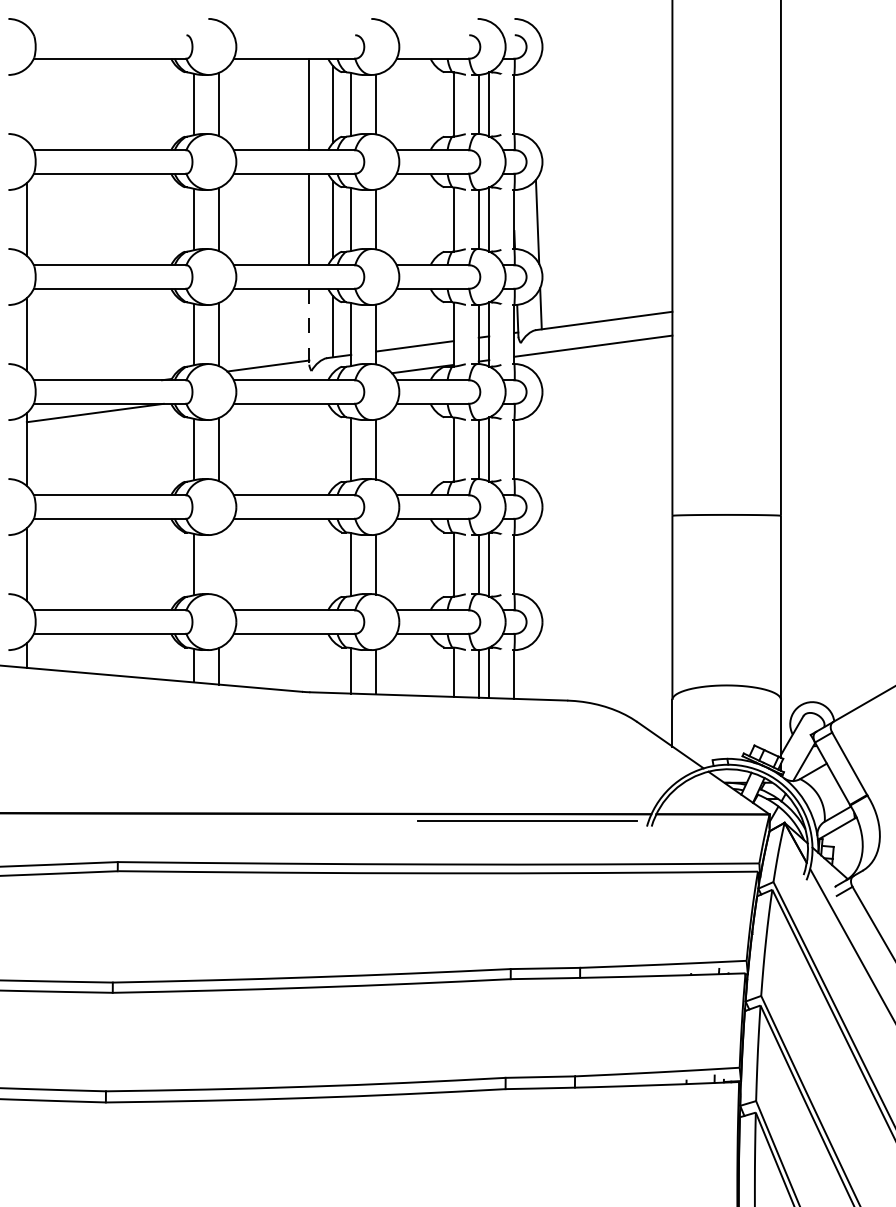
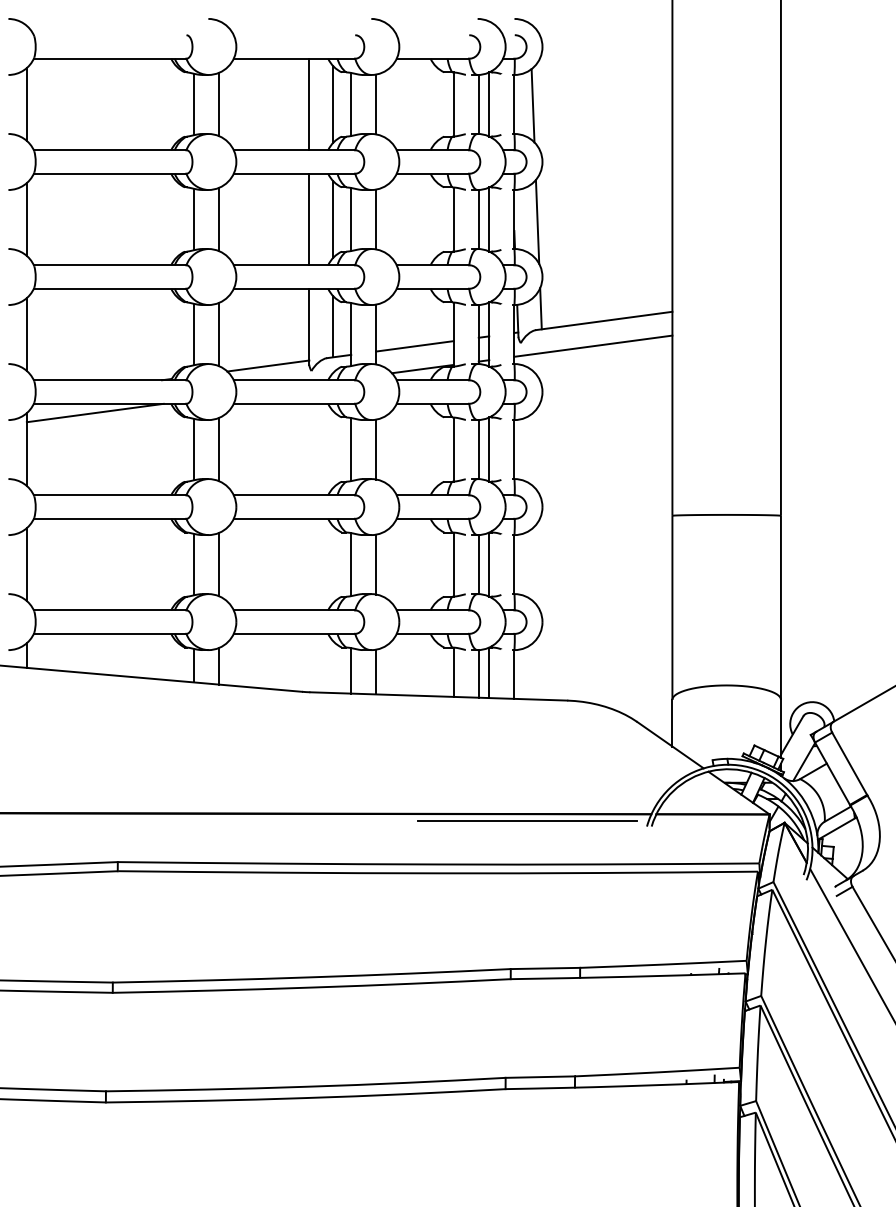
line at (26, 104): none -> present
line at (532, 105): none -> present
line at (309, 326): dashed -> solid
line at (219, 564): none -> present
